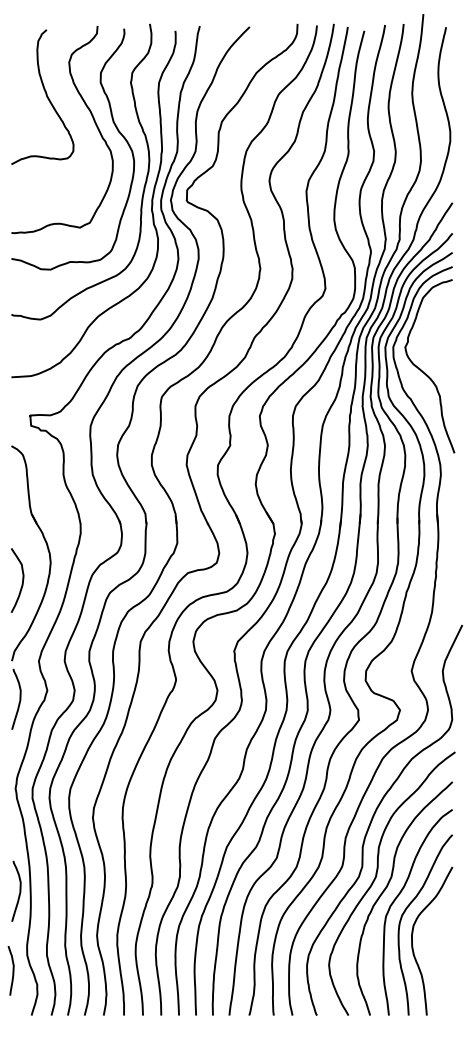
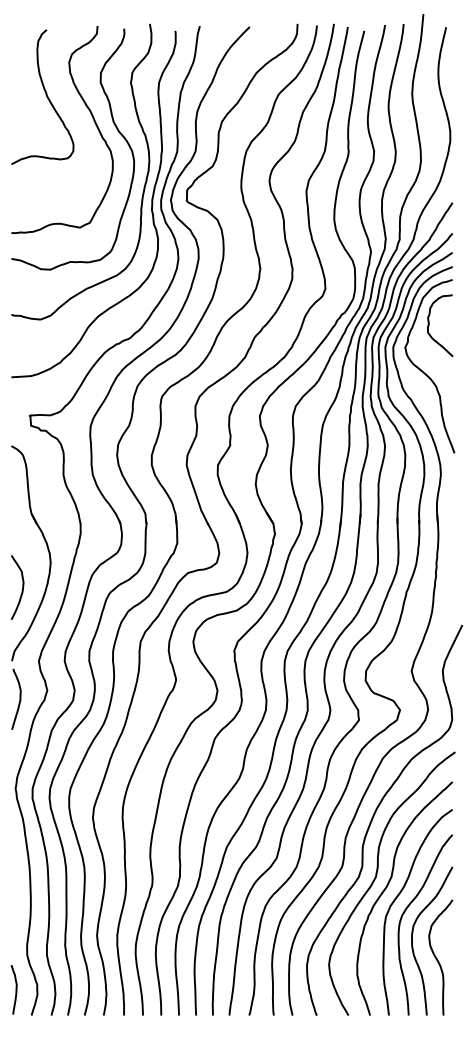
curve at (429, 325): none -> present
curve at (22, 580) position: (22, 580) -> (22, 587)
curve at (19, 891): present -> none
curve at (437, 958): none -> present
curve at (12, 970) position: (12, 970) -> (15, 989)
